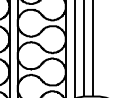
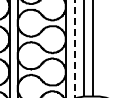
line at (75, 48): solid -> dashed
